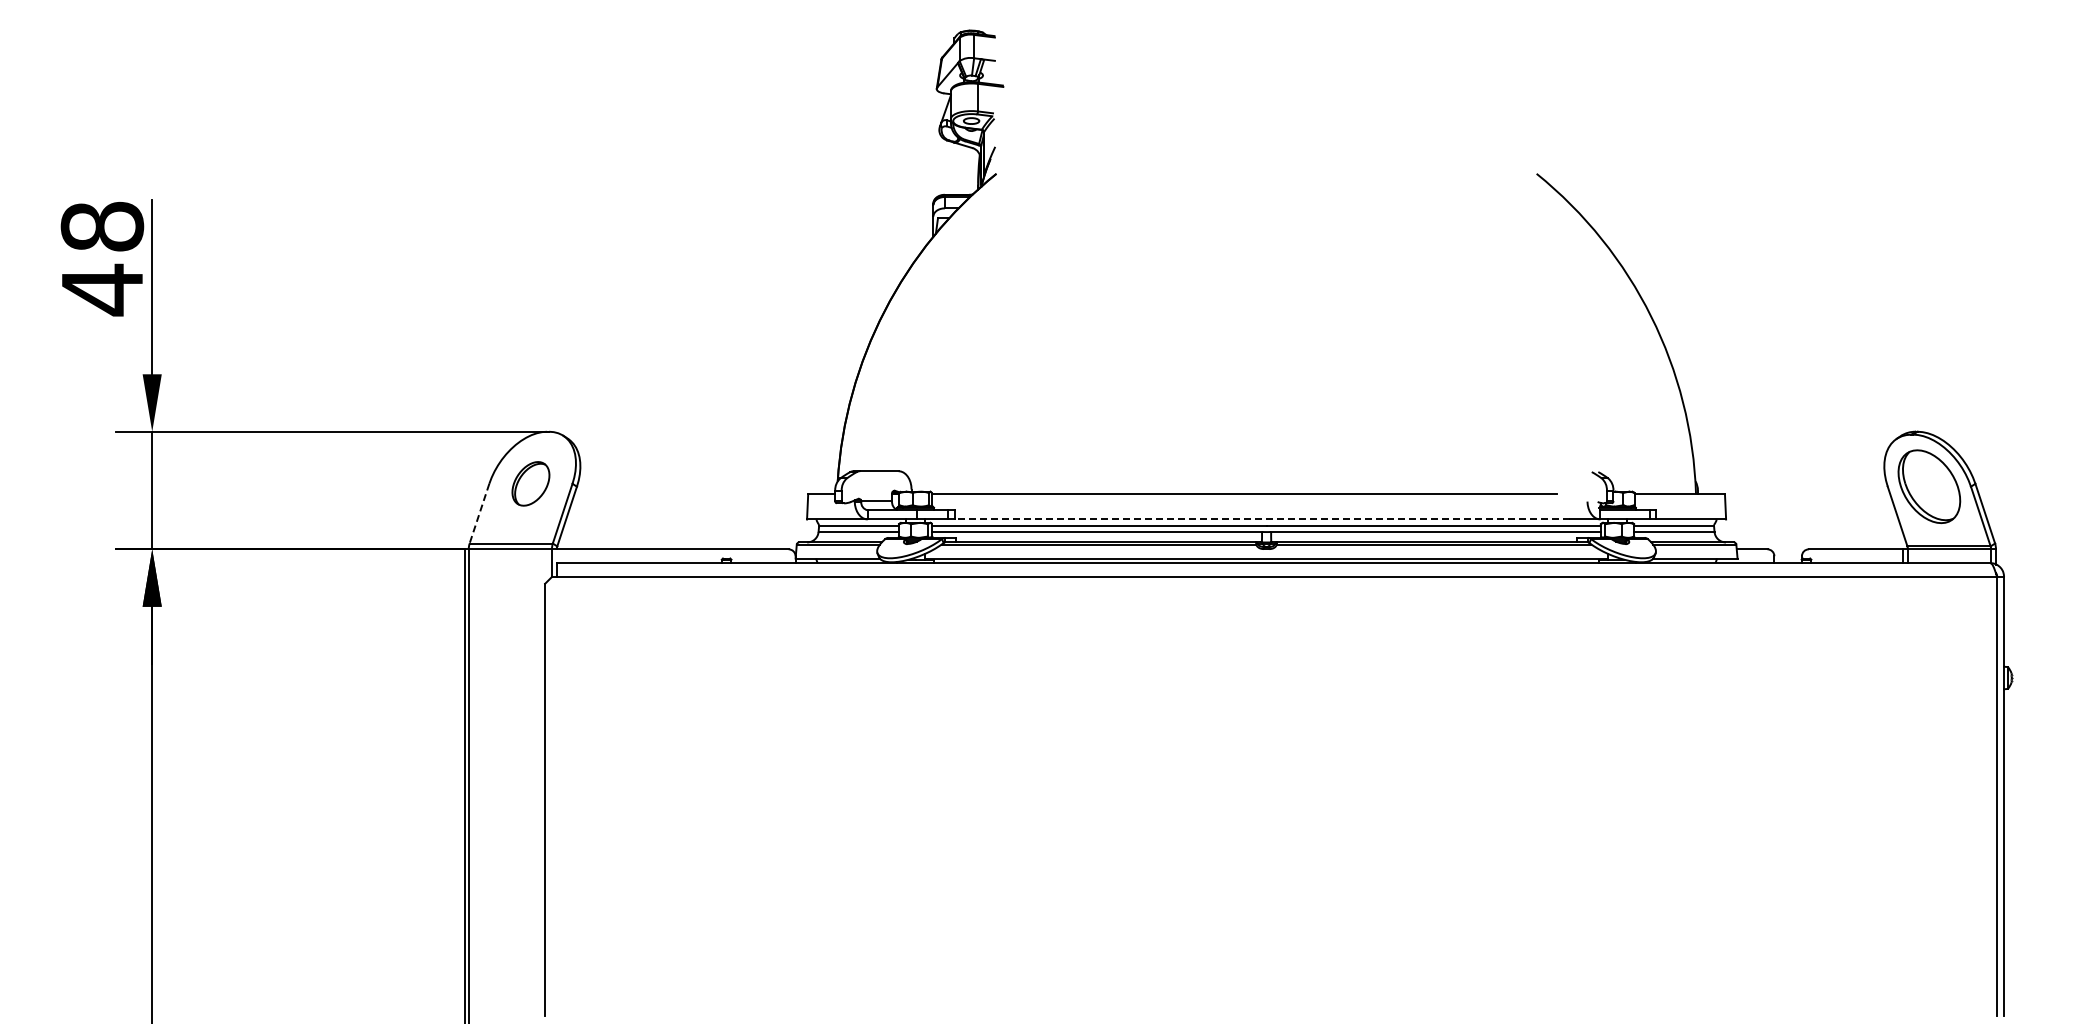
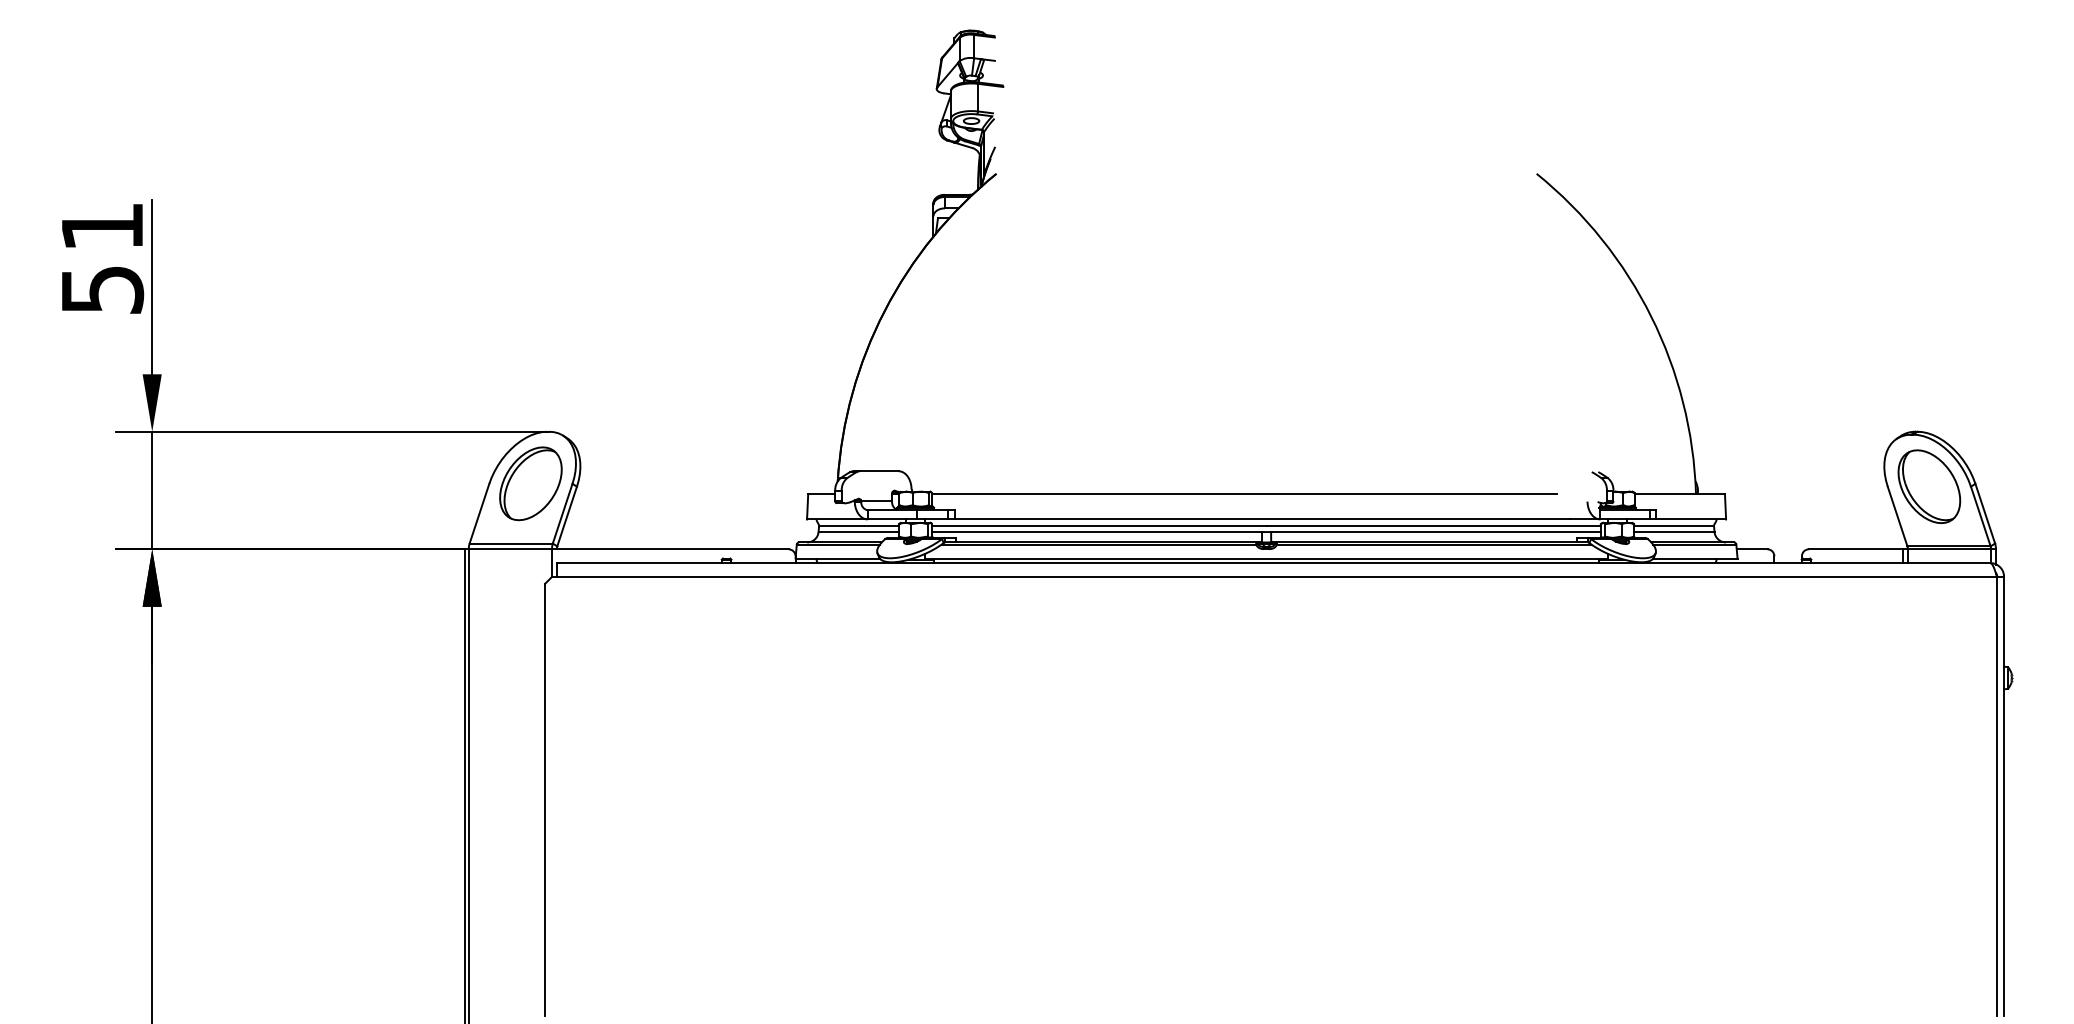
text at (102, 258): 48 -> 51
part at (530, 483) size: 40x46 px -> 64x76 px
line at (479, 514): dashed -> solid
line at (1262, 519): dashed -> solid
